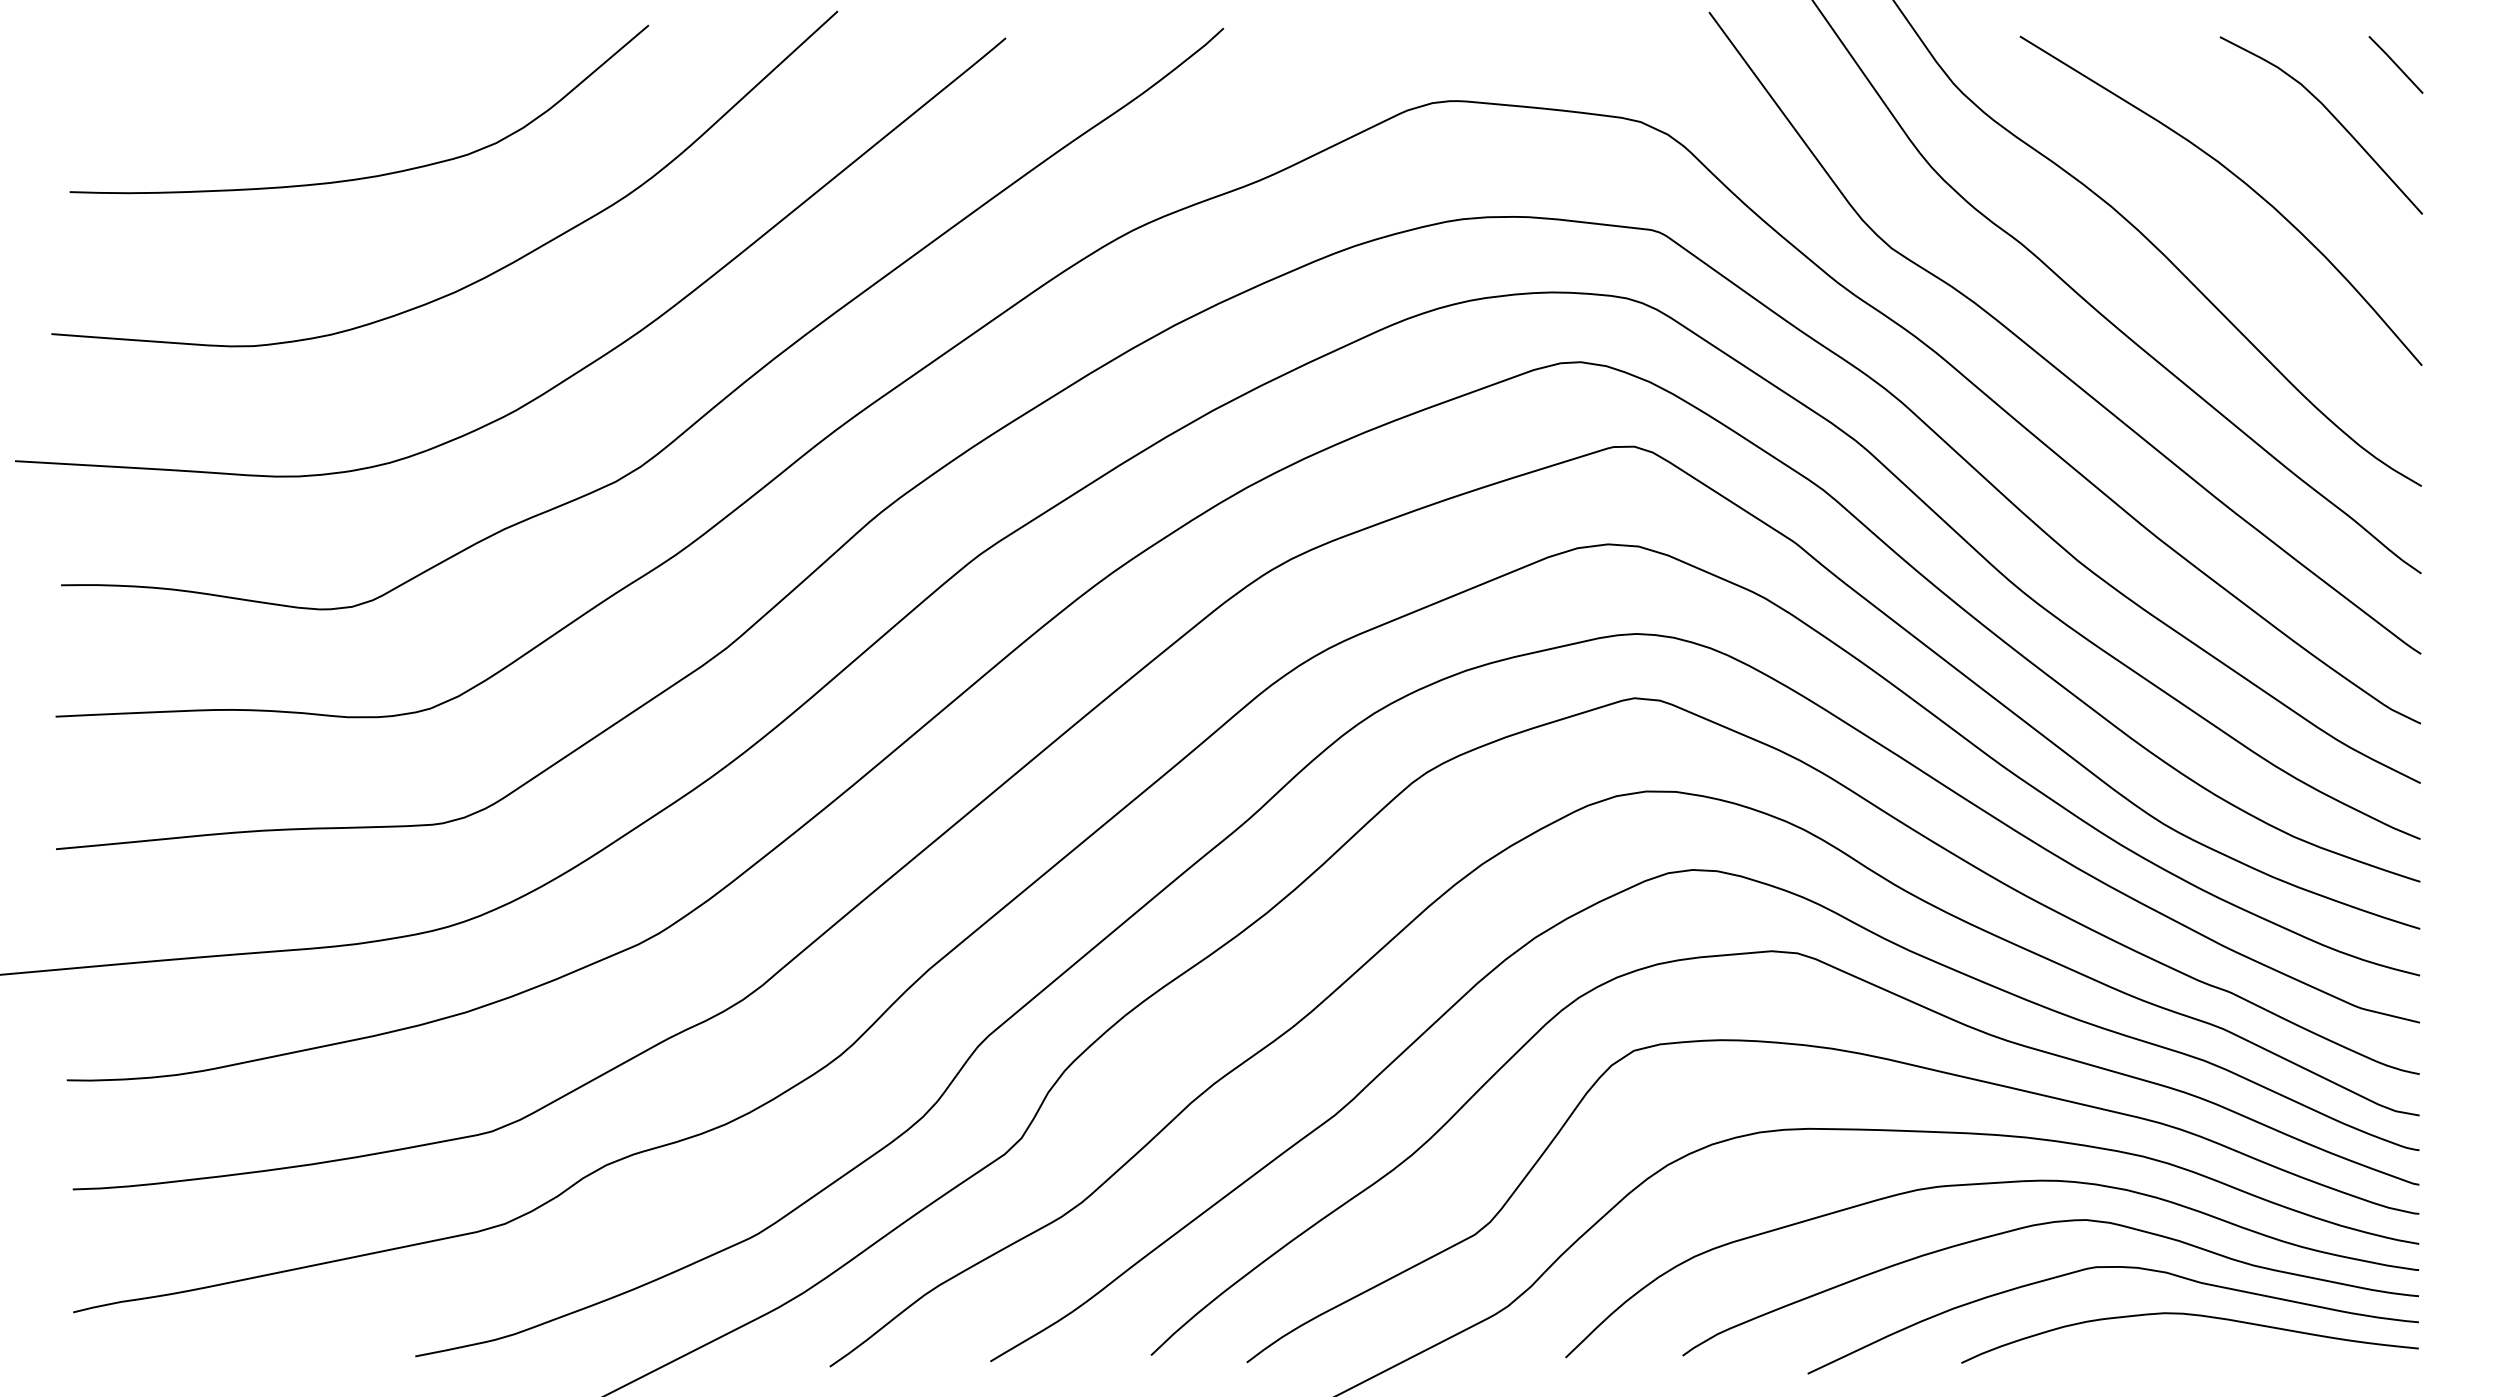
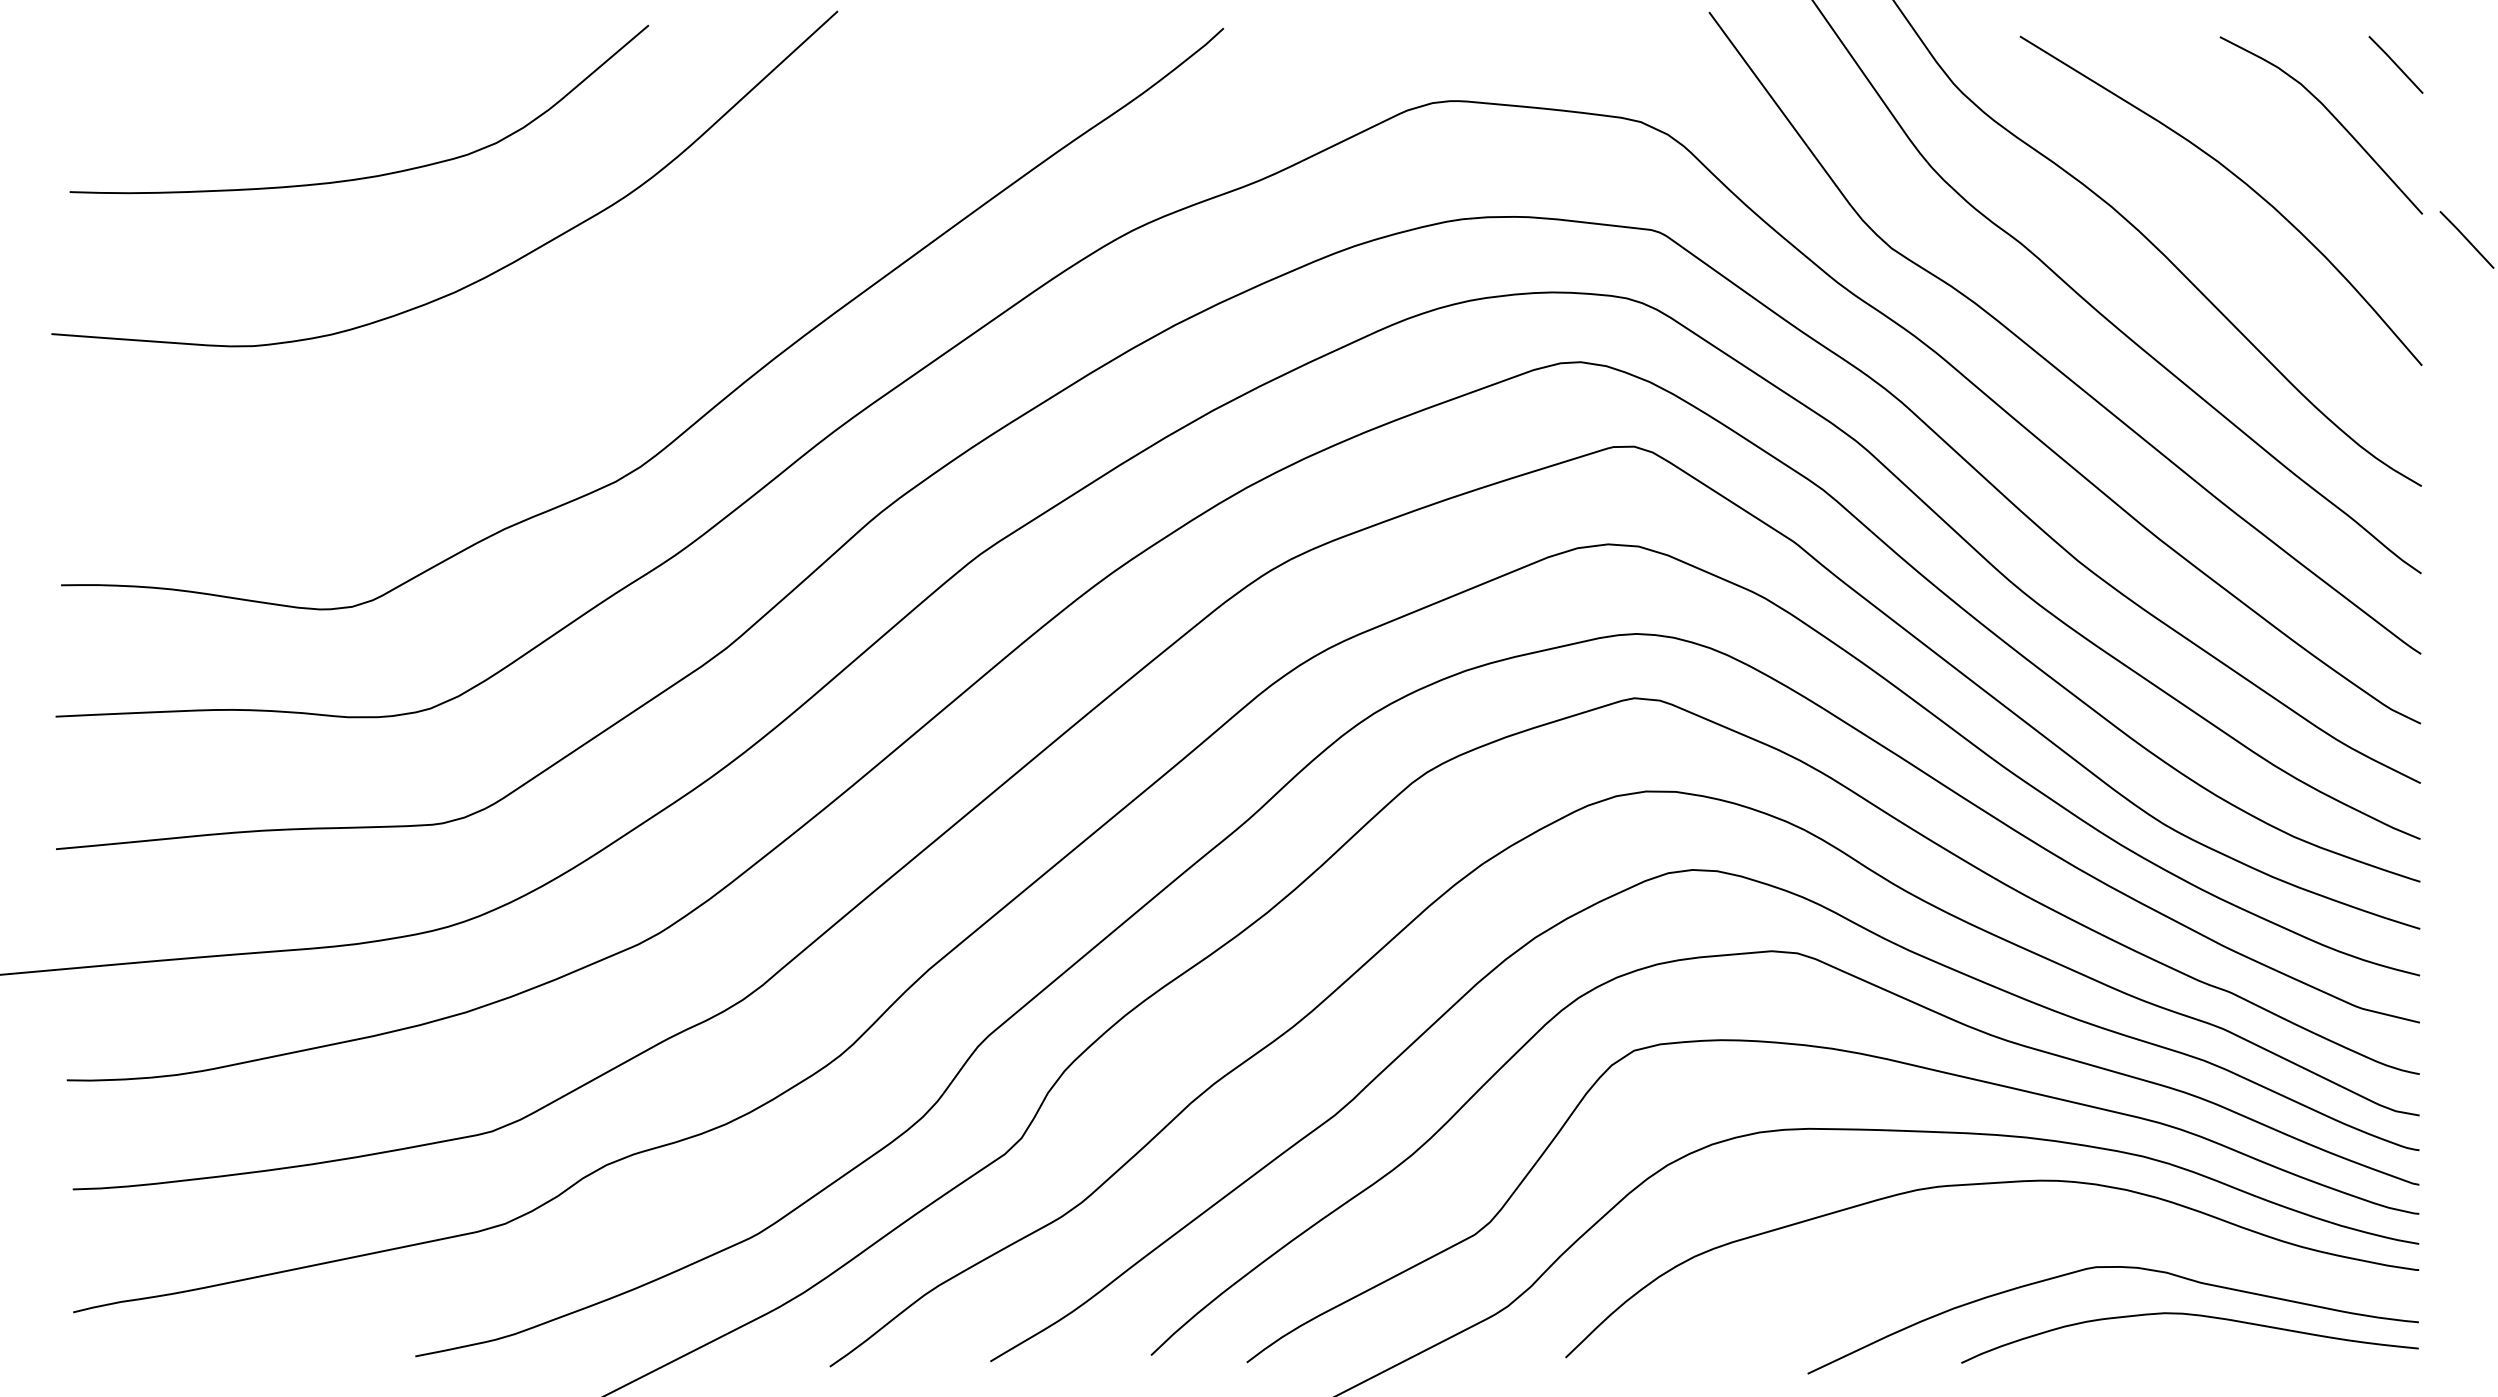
line at (2466, 239): none -> present
curve at (584, 366): present -> none
curve at (2040, 1225): present -> none
